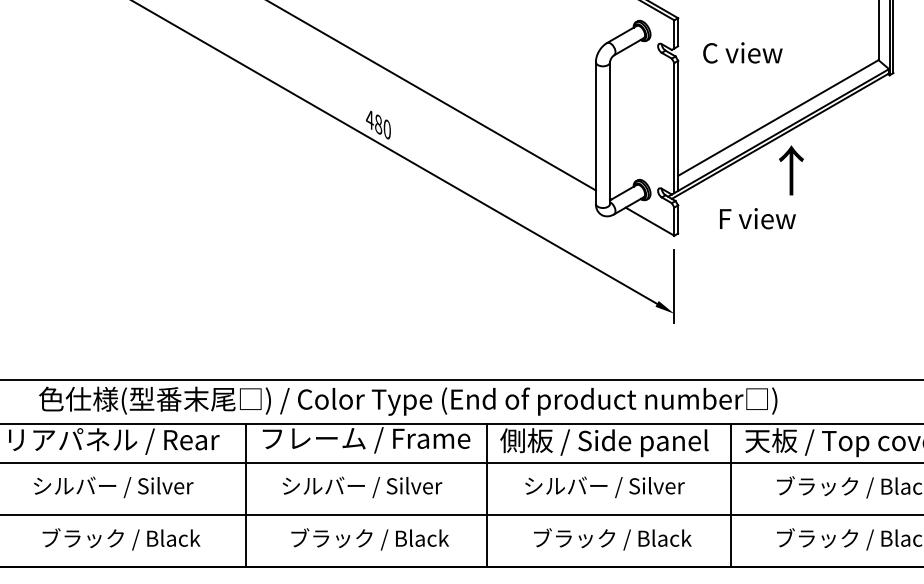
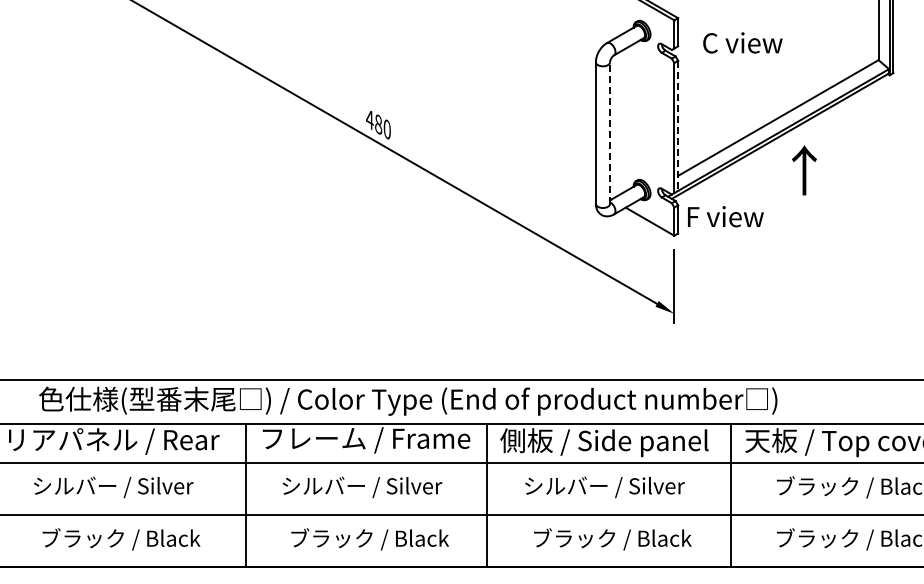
text at (742, 52) position: (742, 52) -> (742, 42)
line at (432, 96): present -> none
line at (678, 126): solid -> dashed
line at (610, 133): solid -> dashed
text at (791, 170) position: (791, 170) -> (804, 170)
text at (757, 218) position: (757, 218) -> (725, 216)
